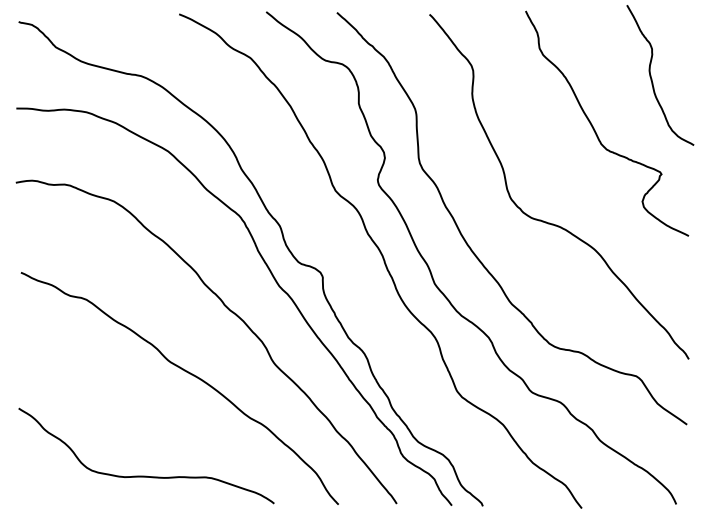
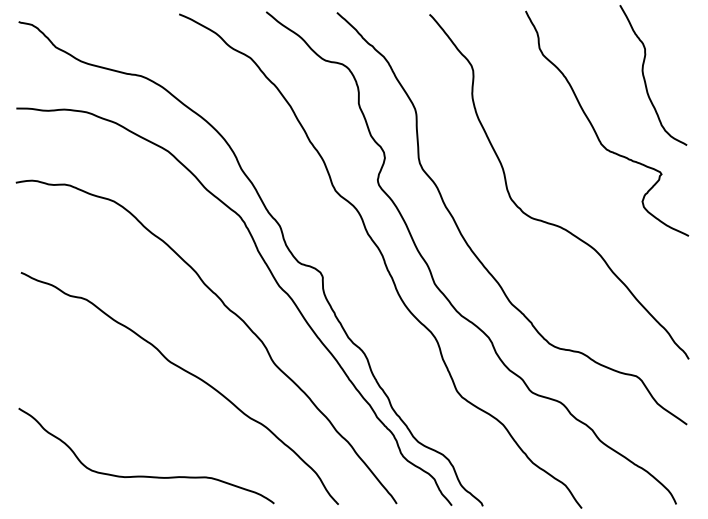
curve at (652, 78) position: (652, 78) -> (645, 78)
